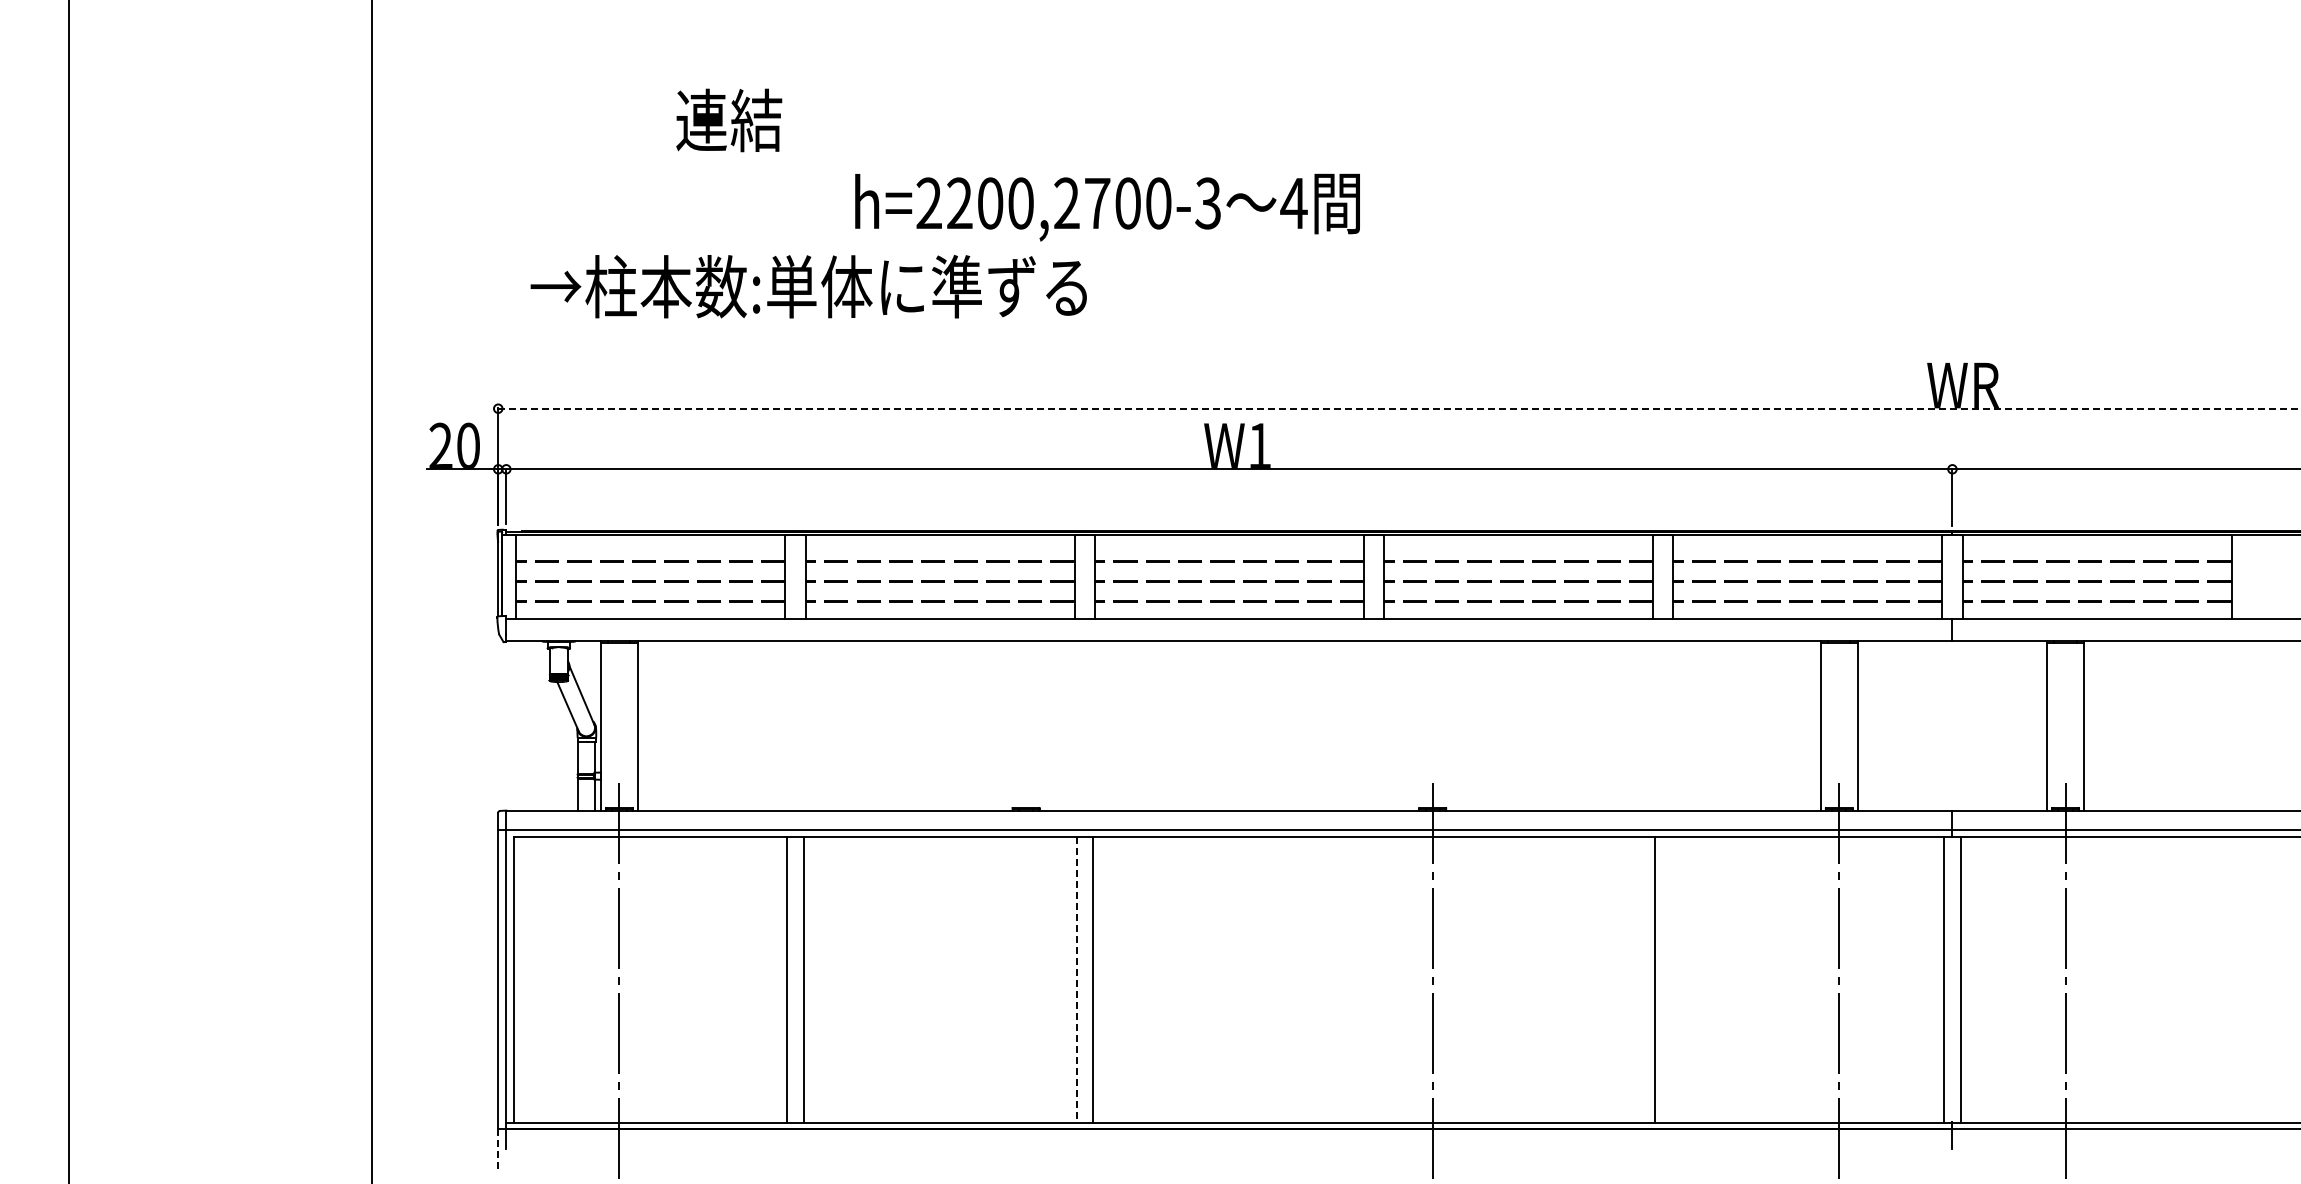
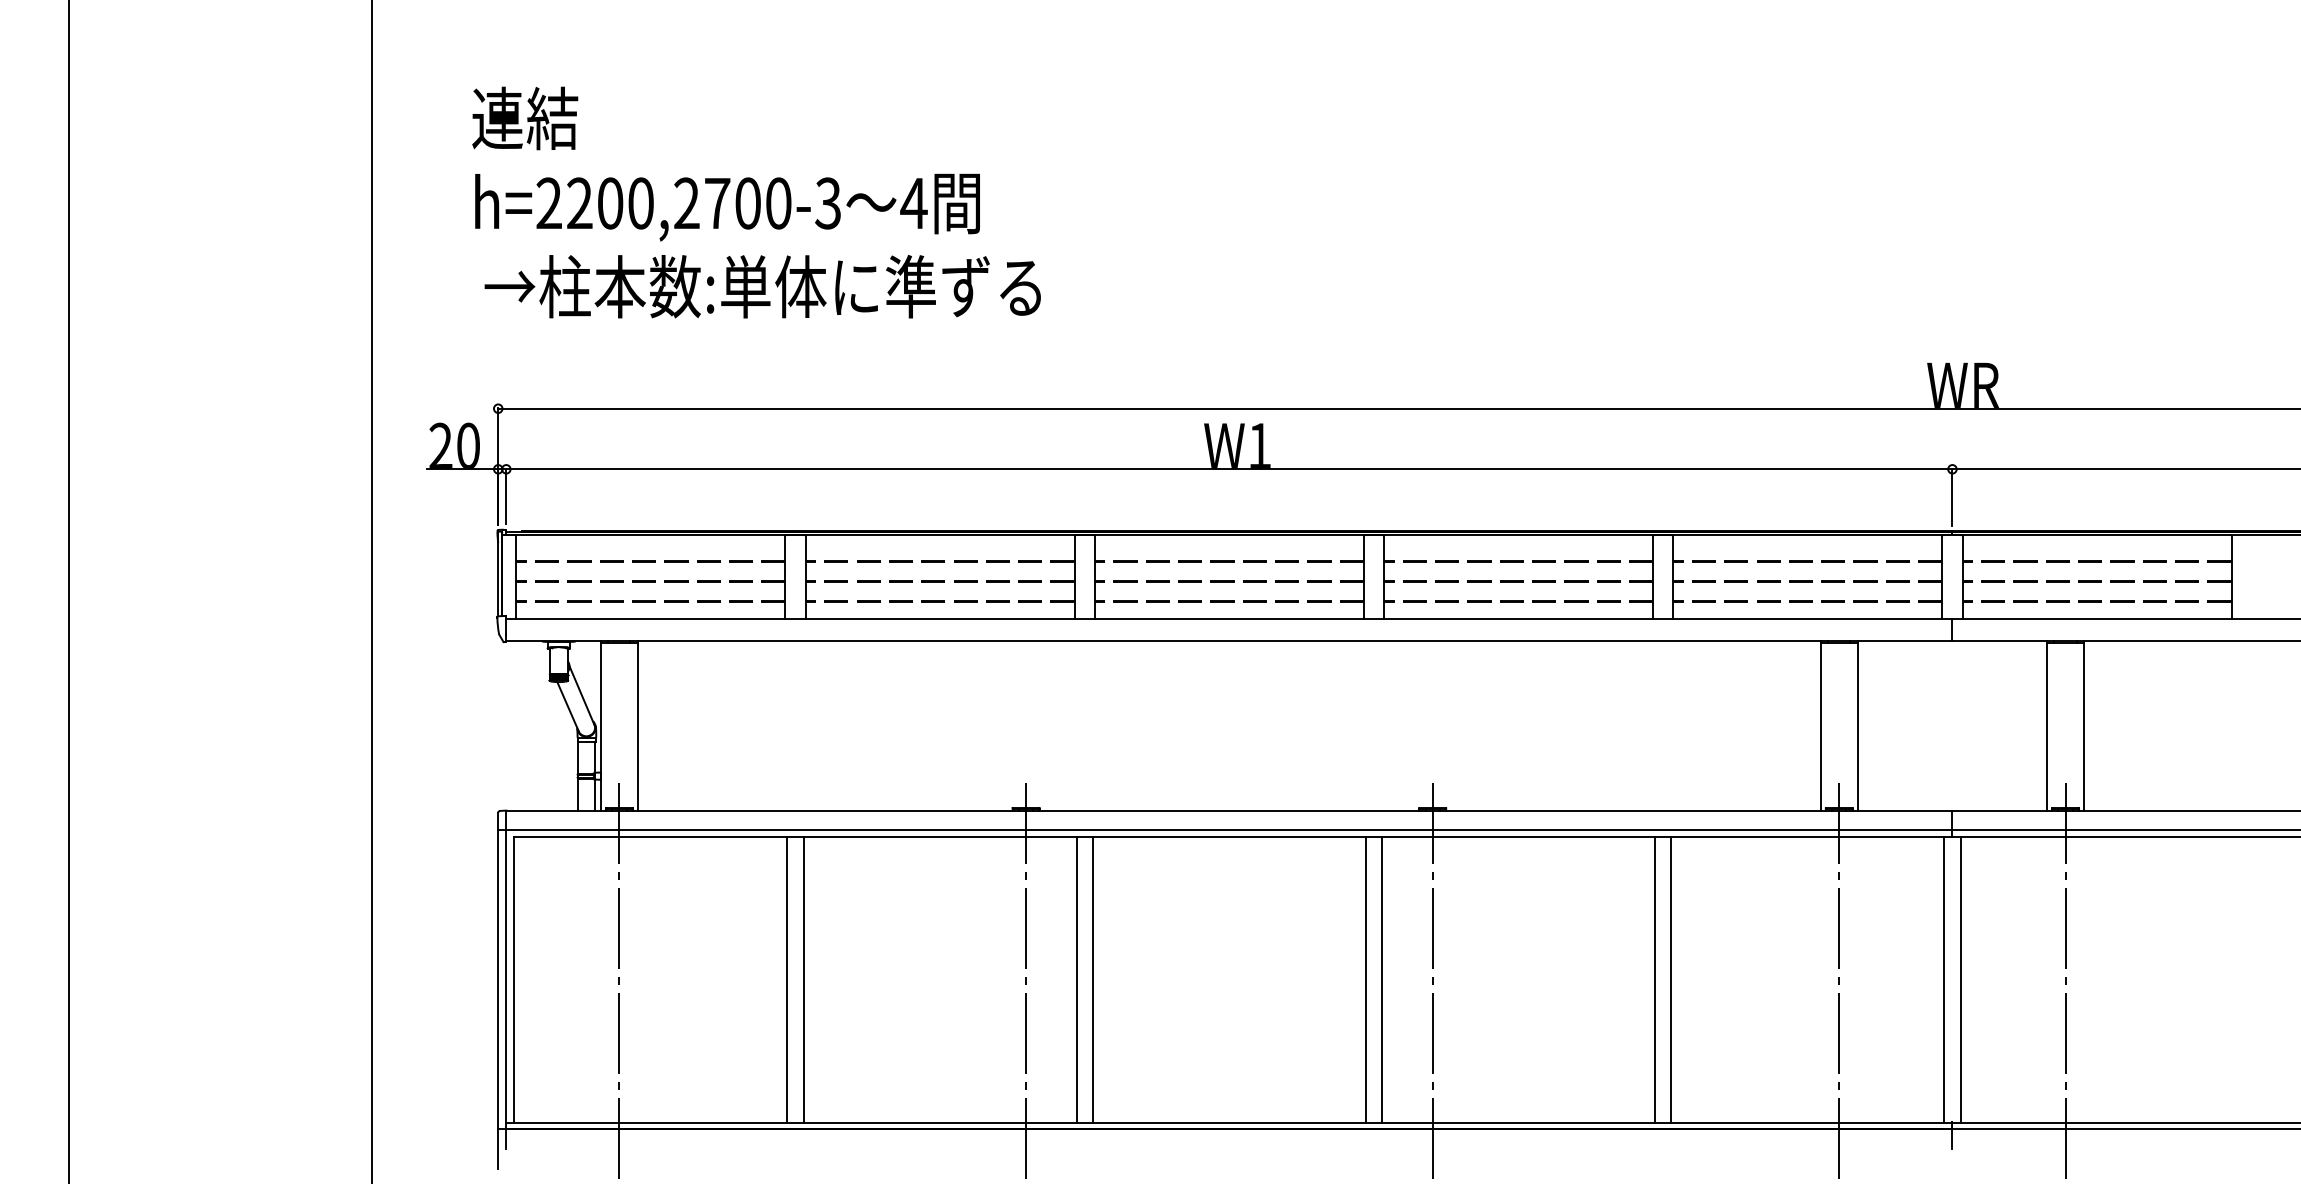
text at (729, 120) position: (729, 120) -> (525, 118)
text at (1107, 207) position: (1107, 207) -> (727, 207)
text at (808, 286) position: (808, 286) -> (762, 286)
line at (1400, 408): dashed -> solid
line at (1076, 979): dashed -> solid
line at (1365, 979): none -> present
line at (1382, 979): none -> present
line at (1671, 979): none -> present
line at (1026, 981): none -> present
line at (497, 1148): dashed -> solid
